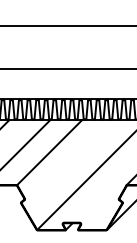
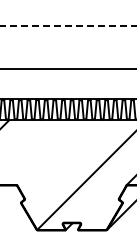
line at (68, 26): solid -> dashed
line at (25, 144): present -> none
line at (49, 152): present -> none
